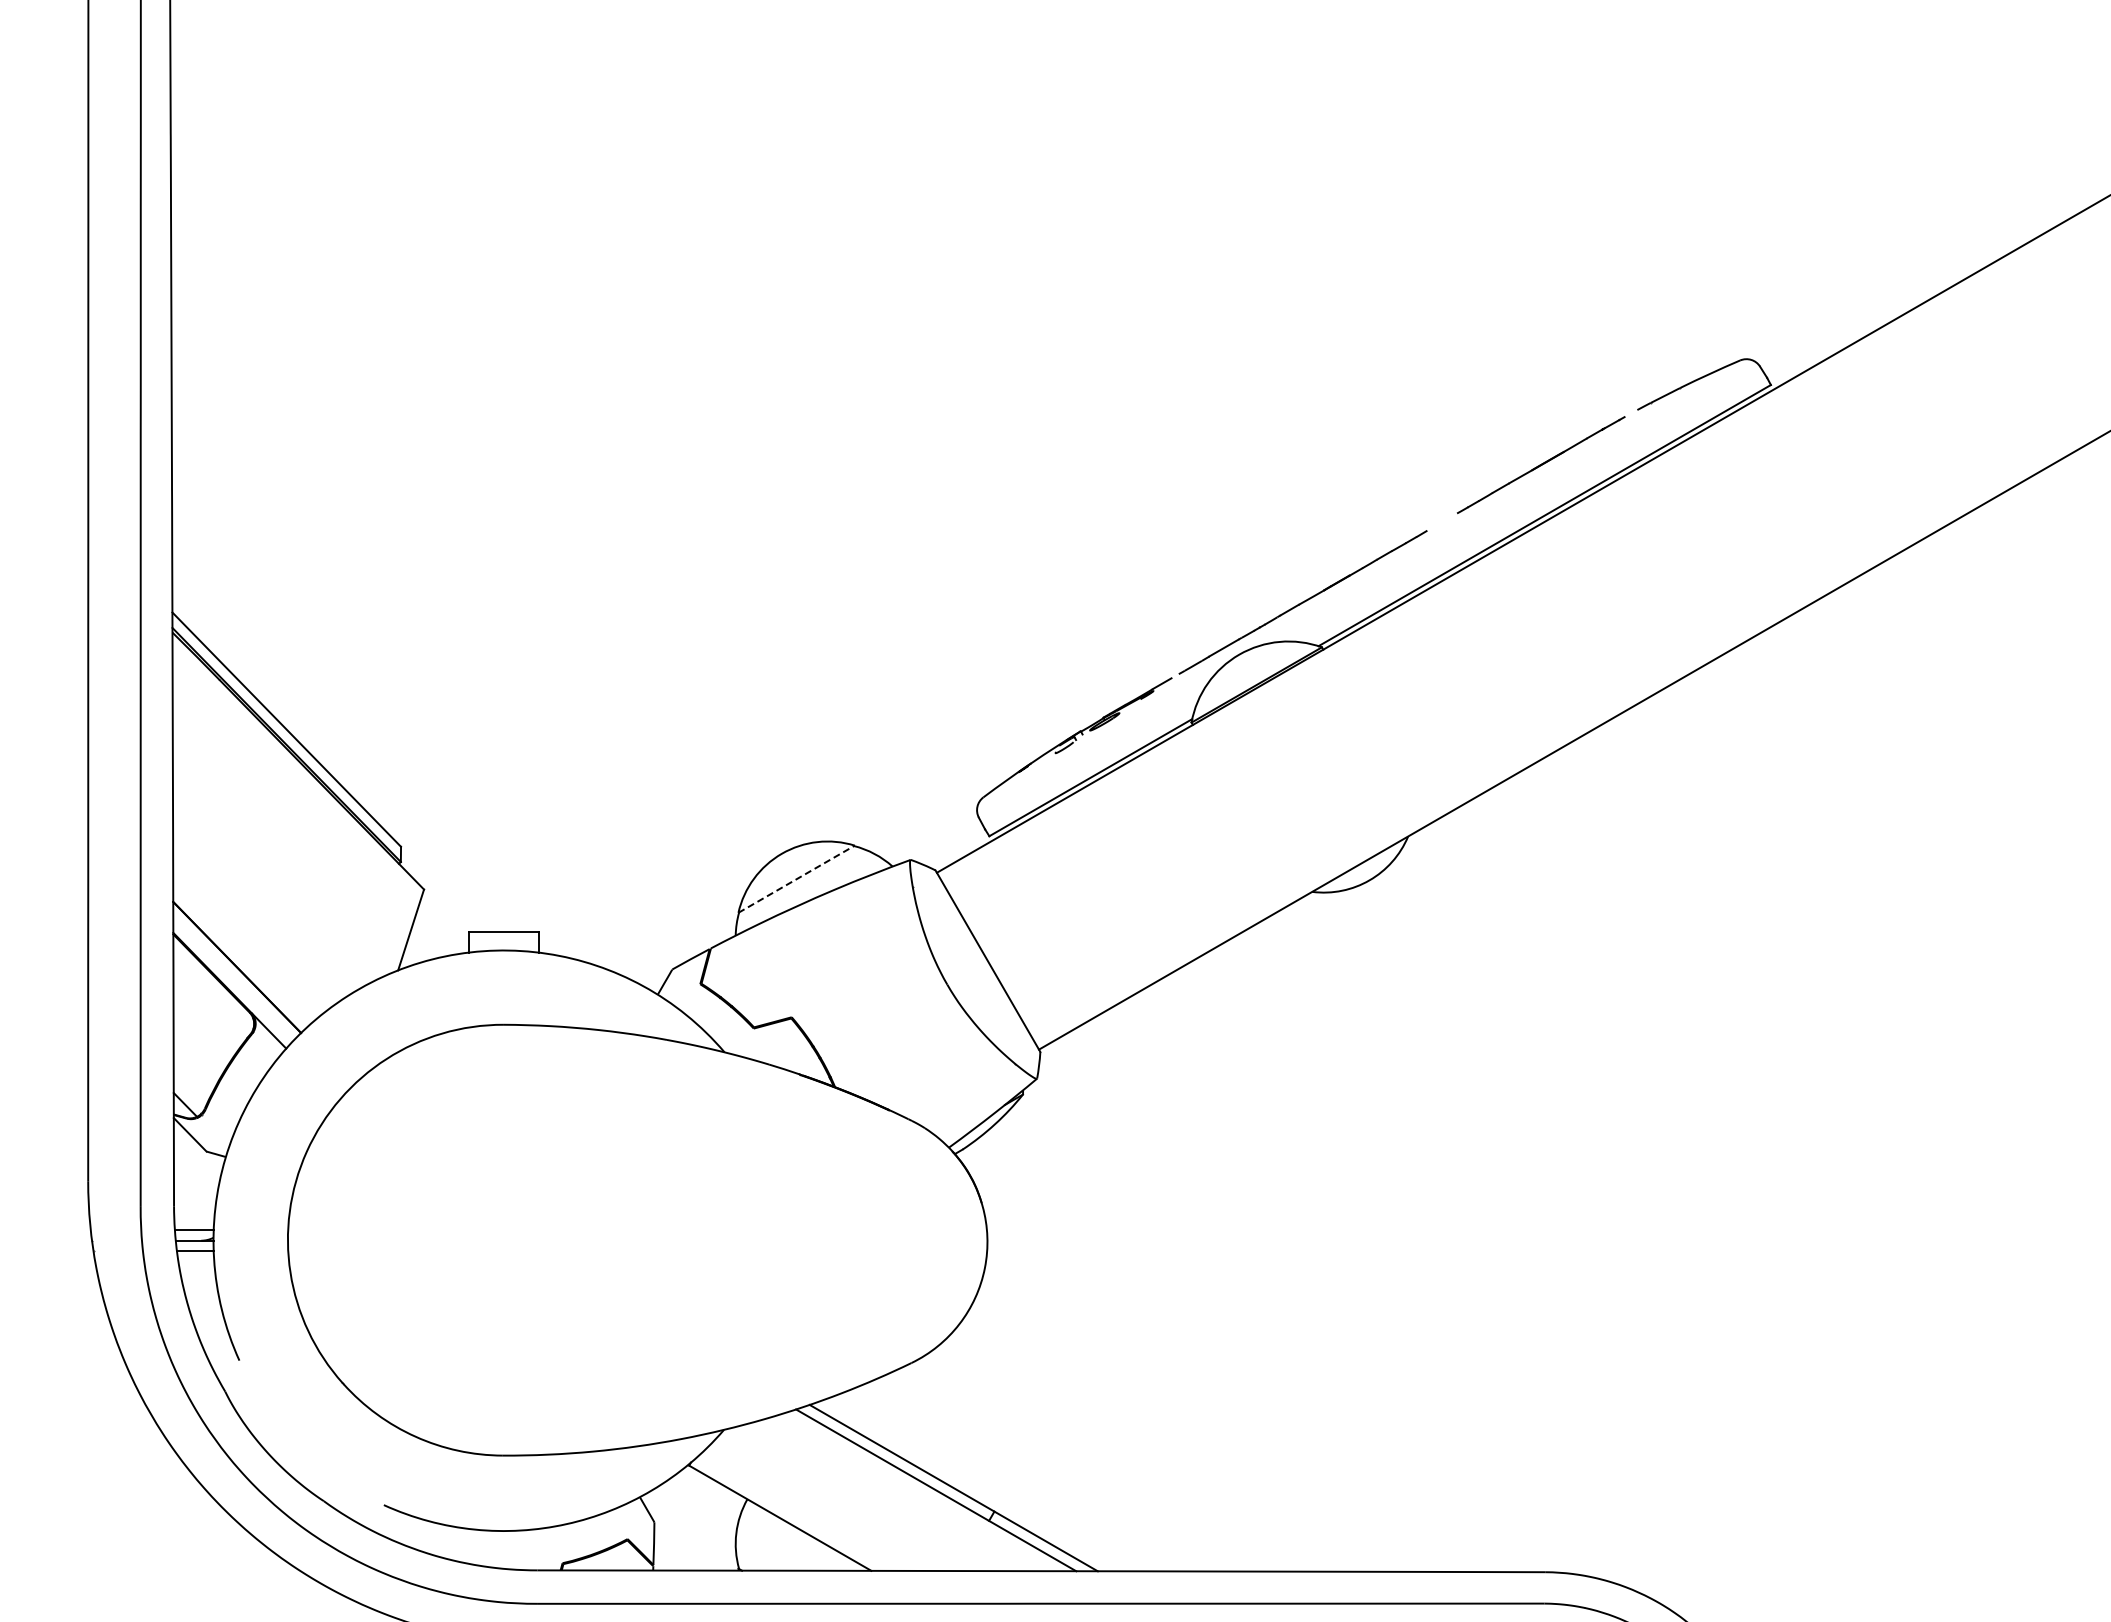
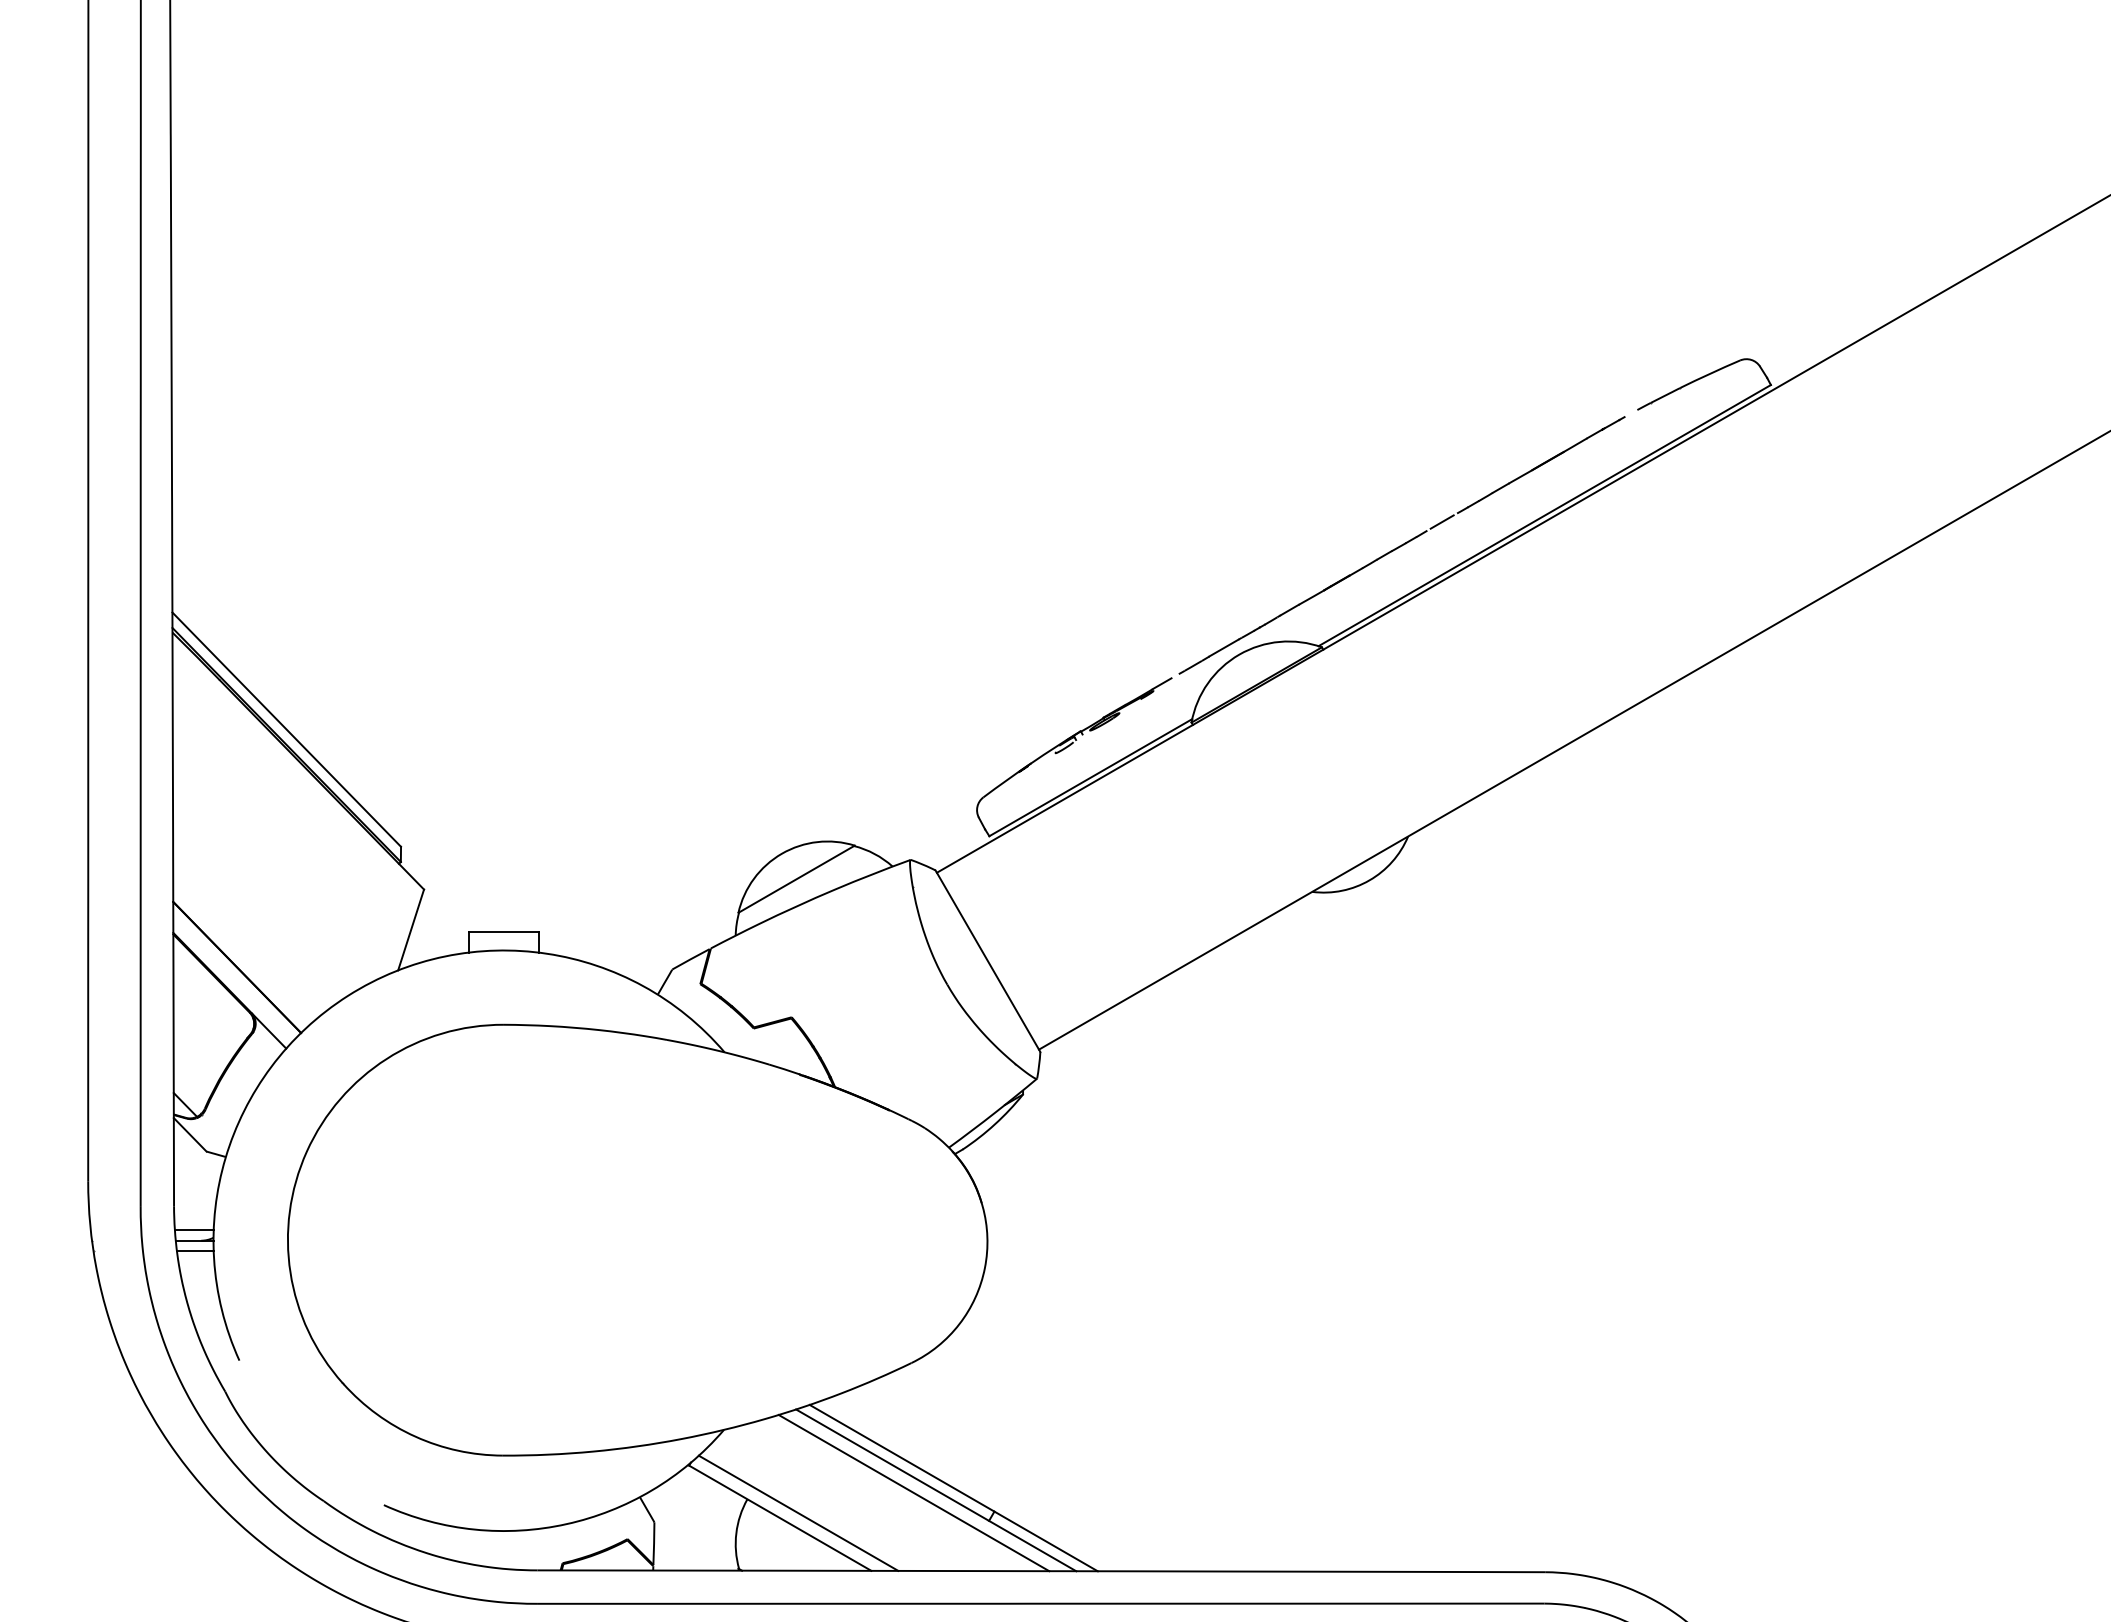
line at (1441, 521): none -> present
line at (797, 878): dashed -> solid
line at (913, 1492): none -> present
line at (798, 1512): none -> present
